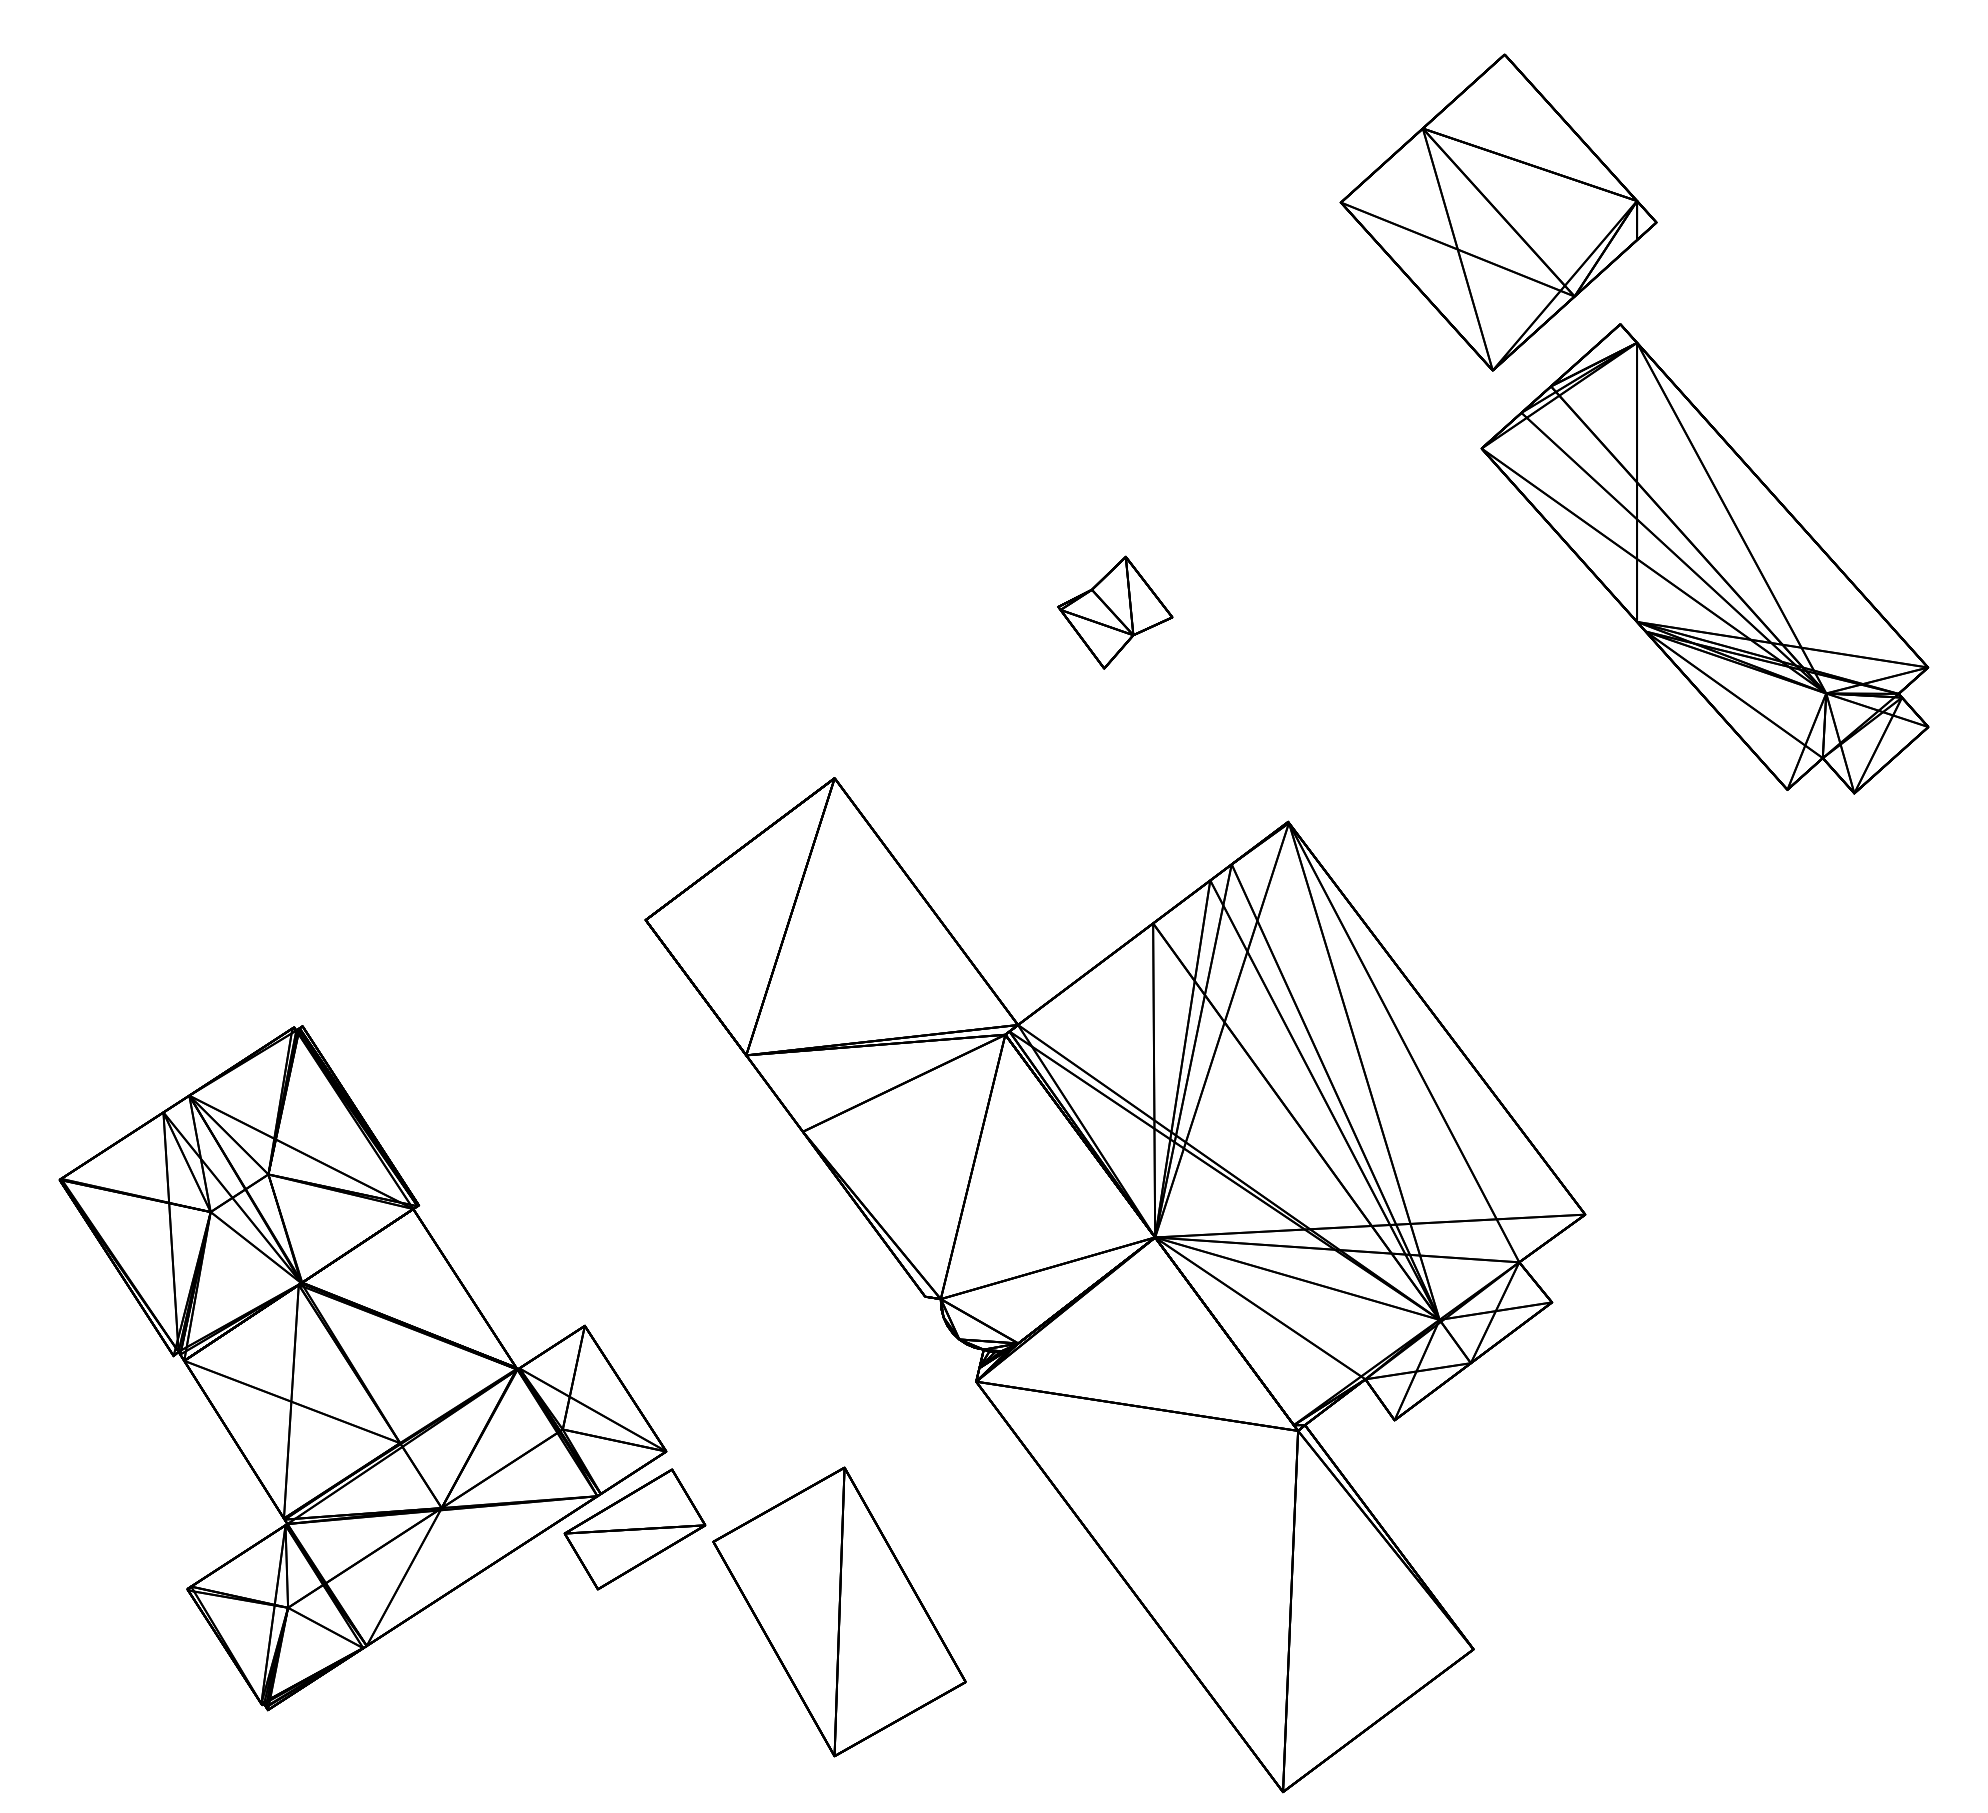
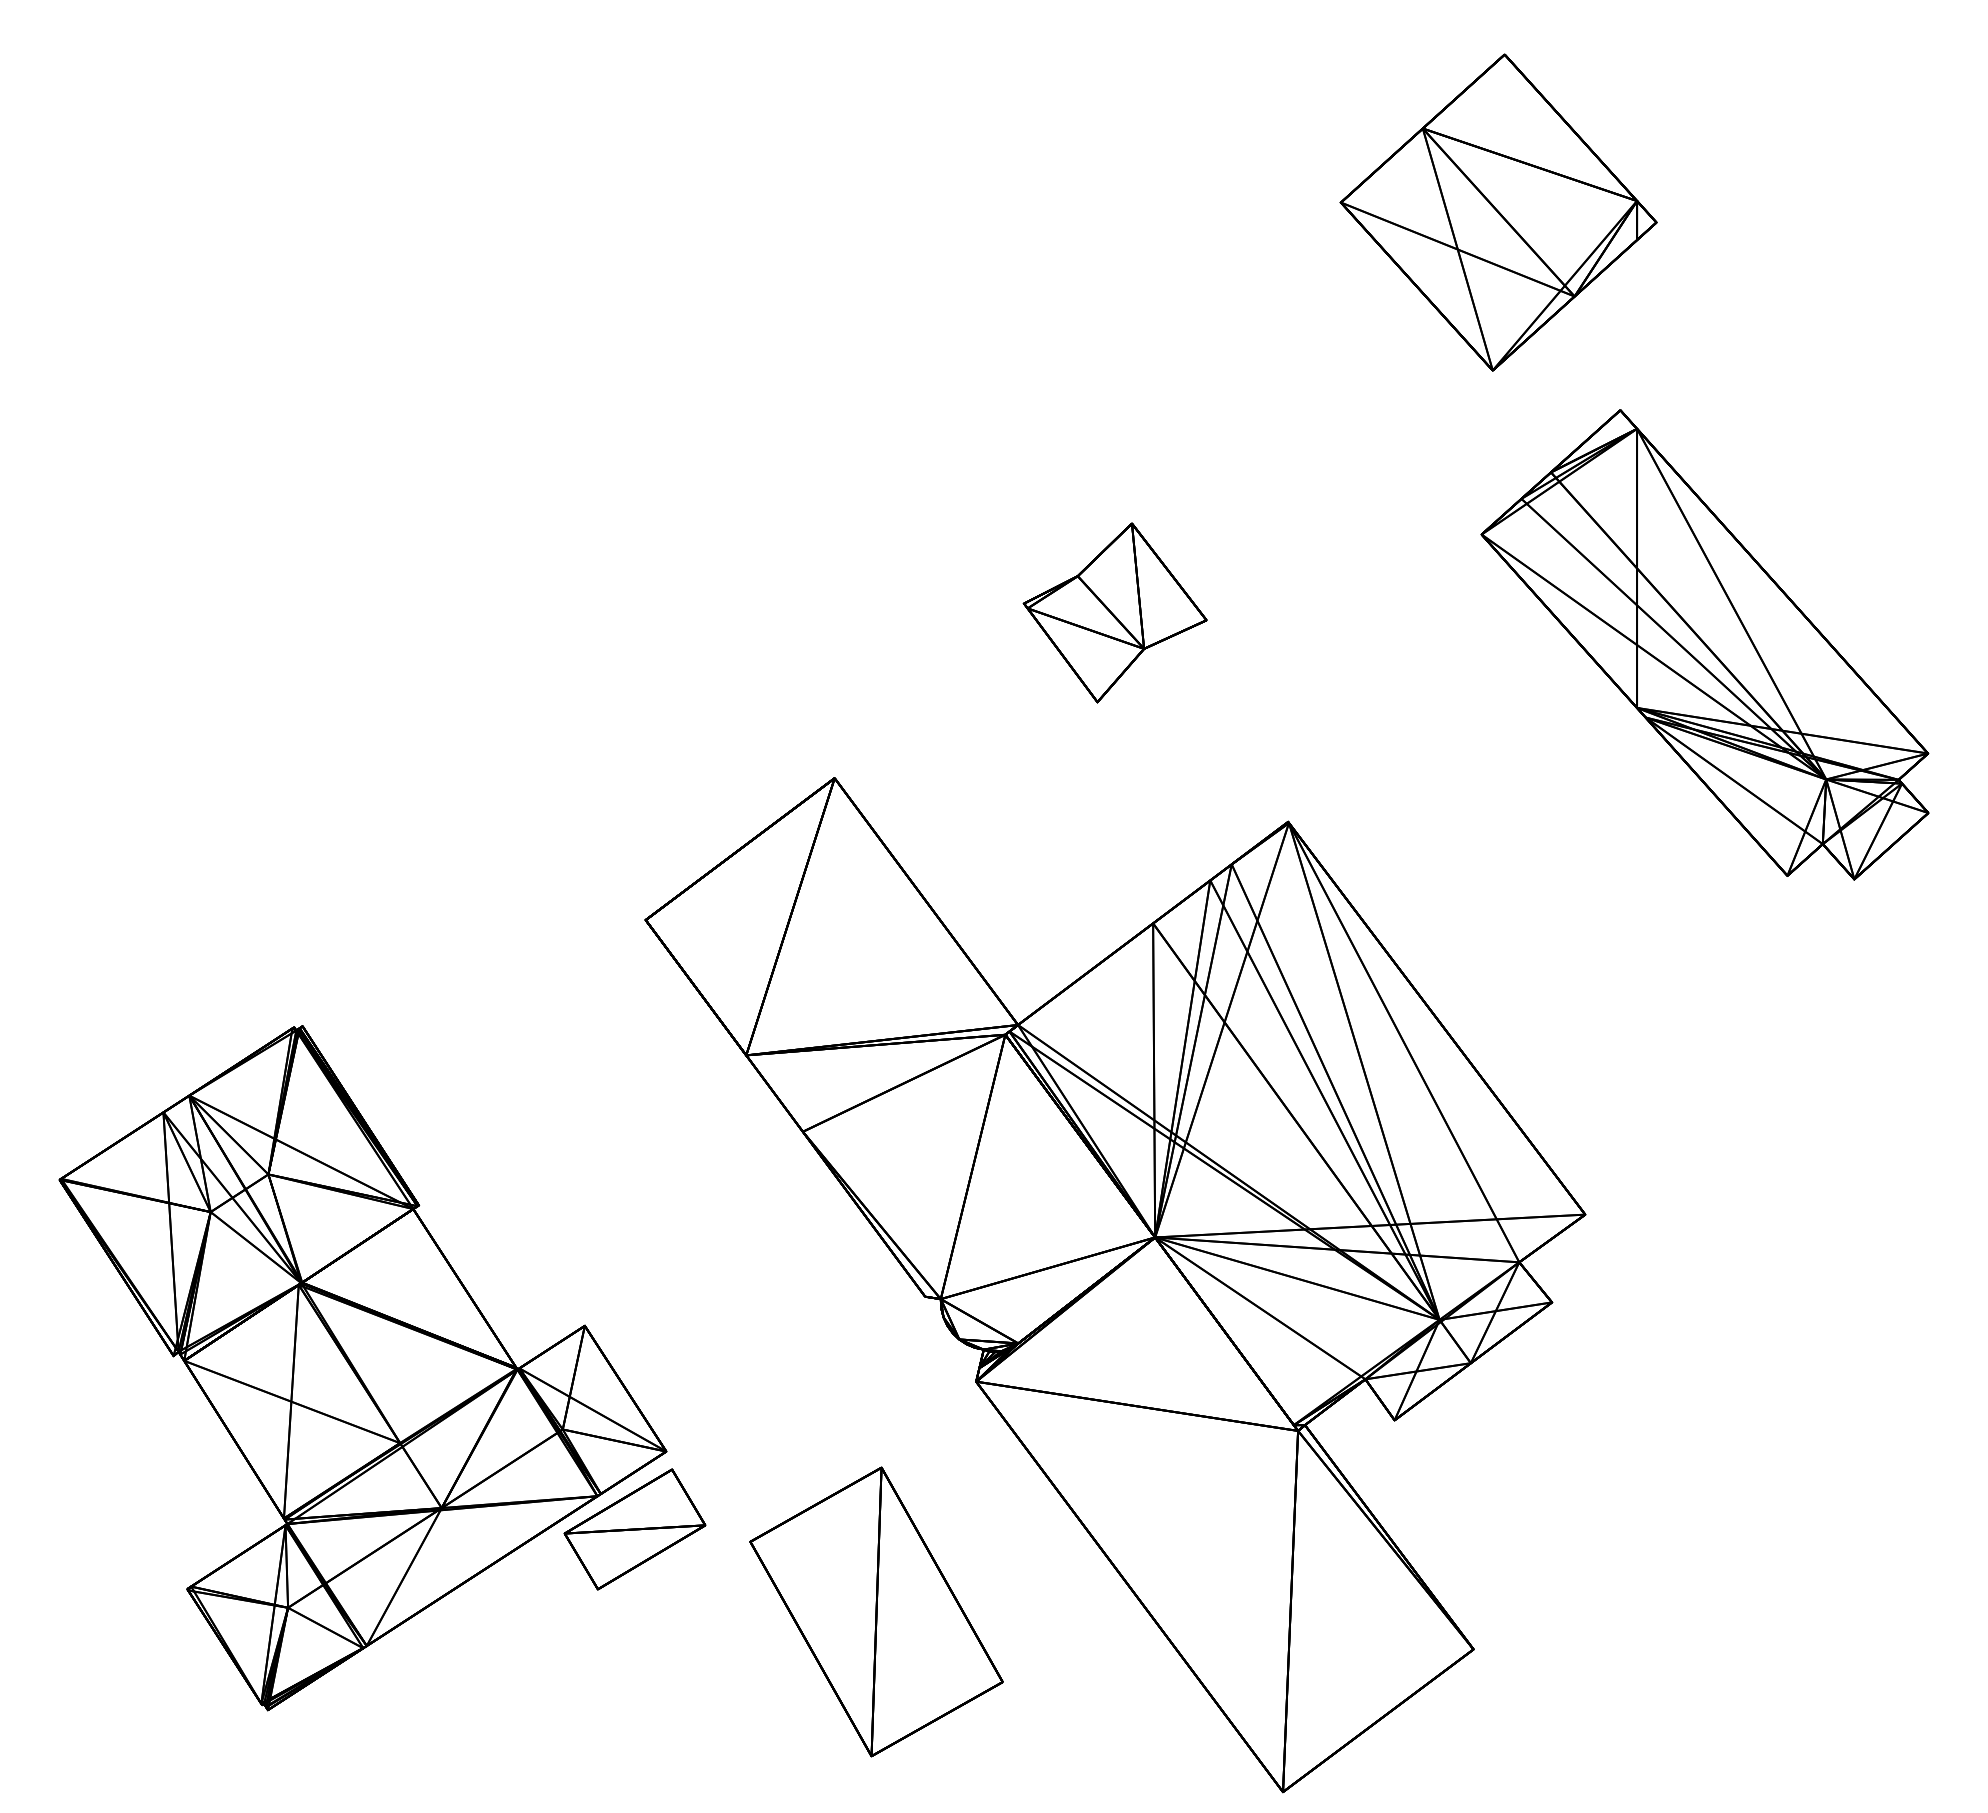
part at (1704, 558) position: (1704, 558) -> (1704, 644)
part at (1115, 612) size: 117x115 px -> 186x182 px
part at (839, 1611) position: (839, 1611) -> (876, 1611)
